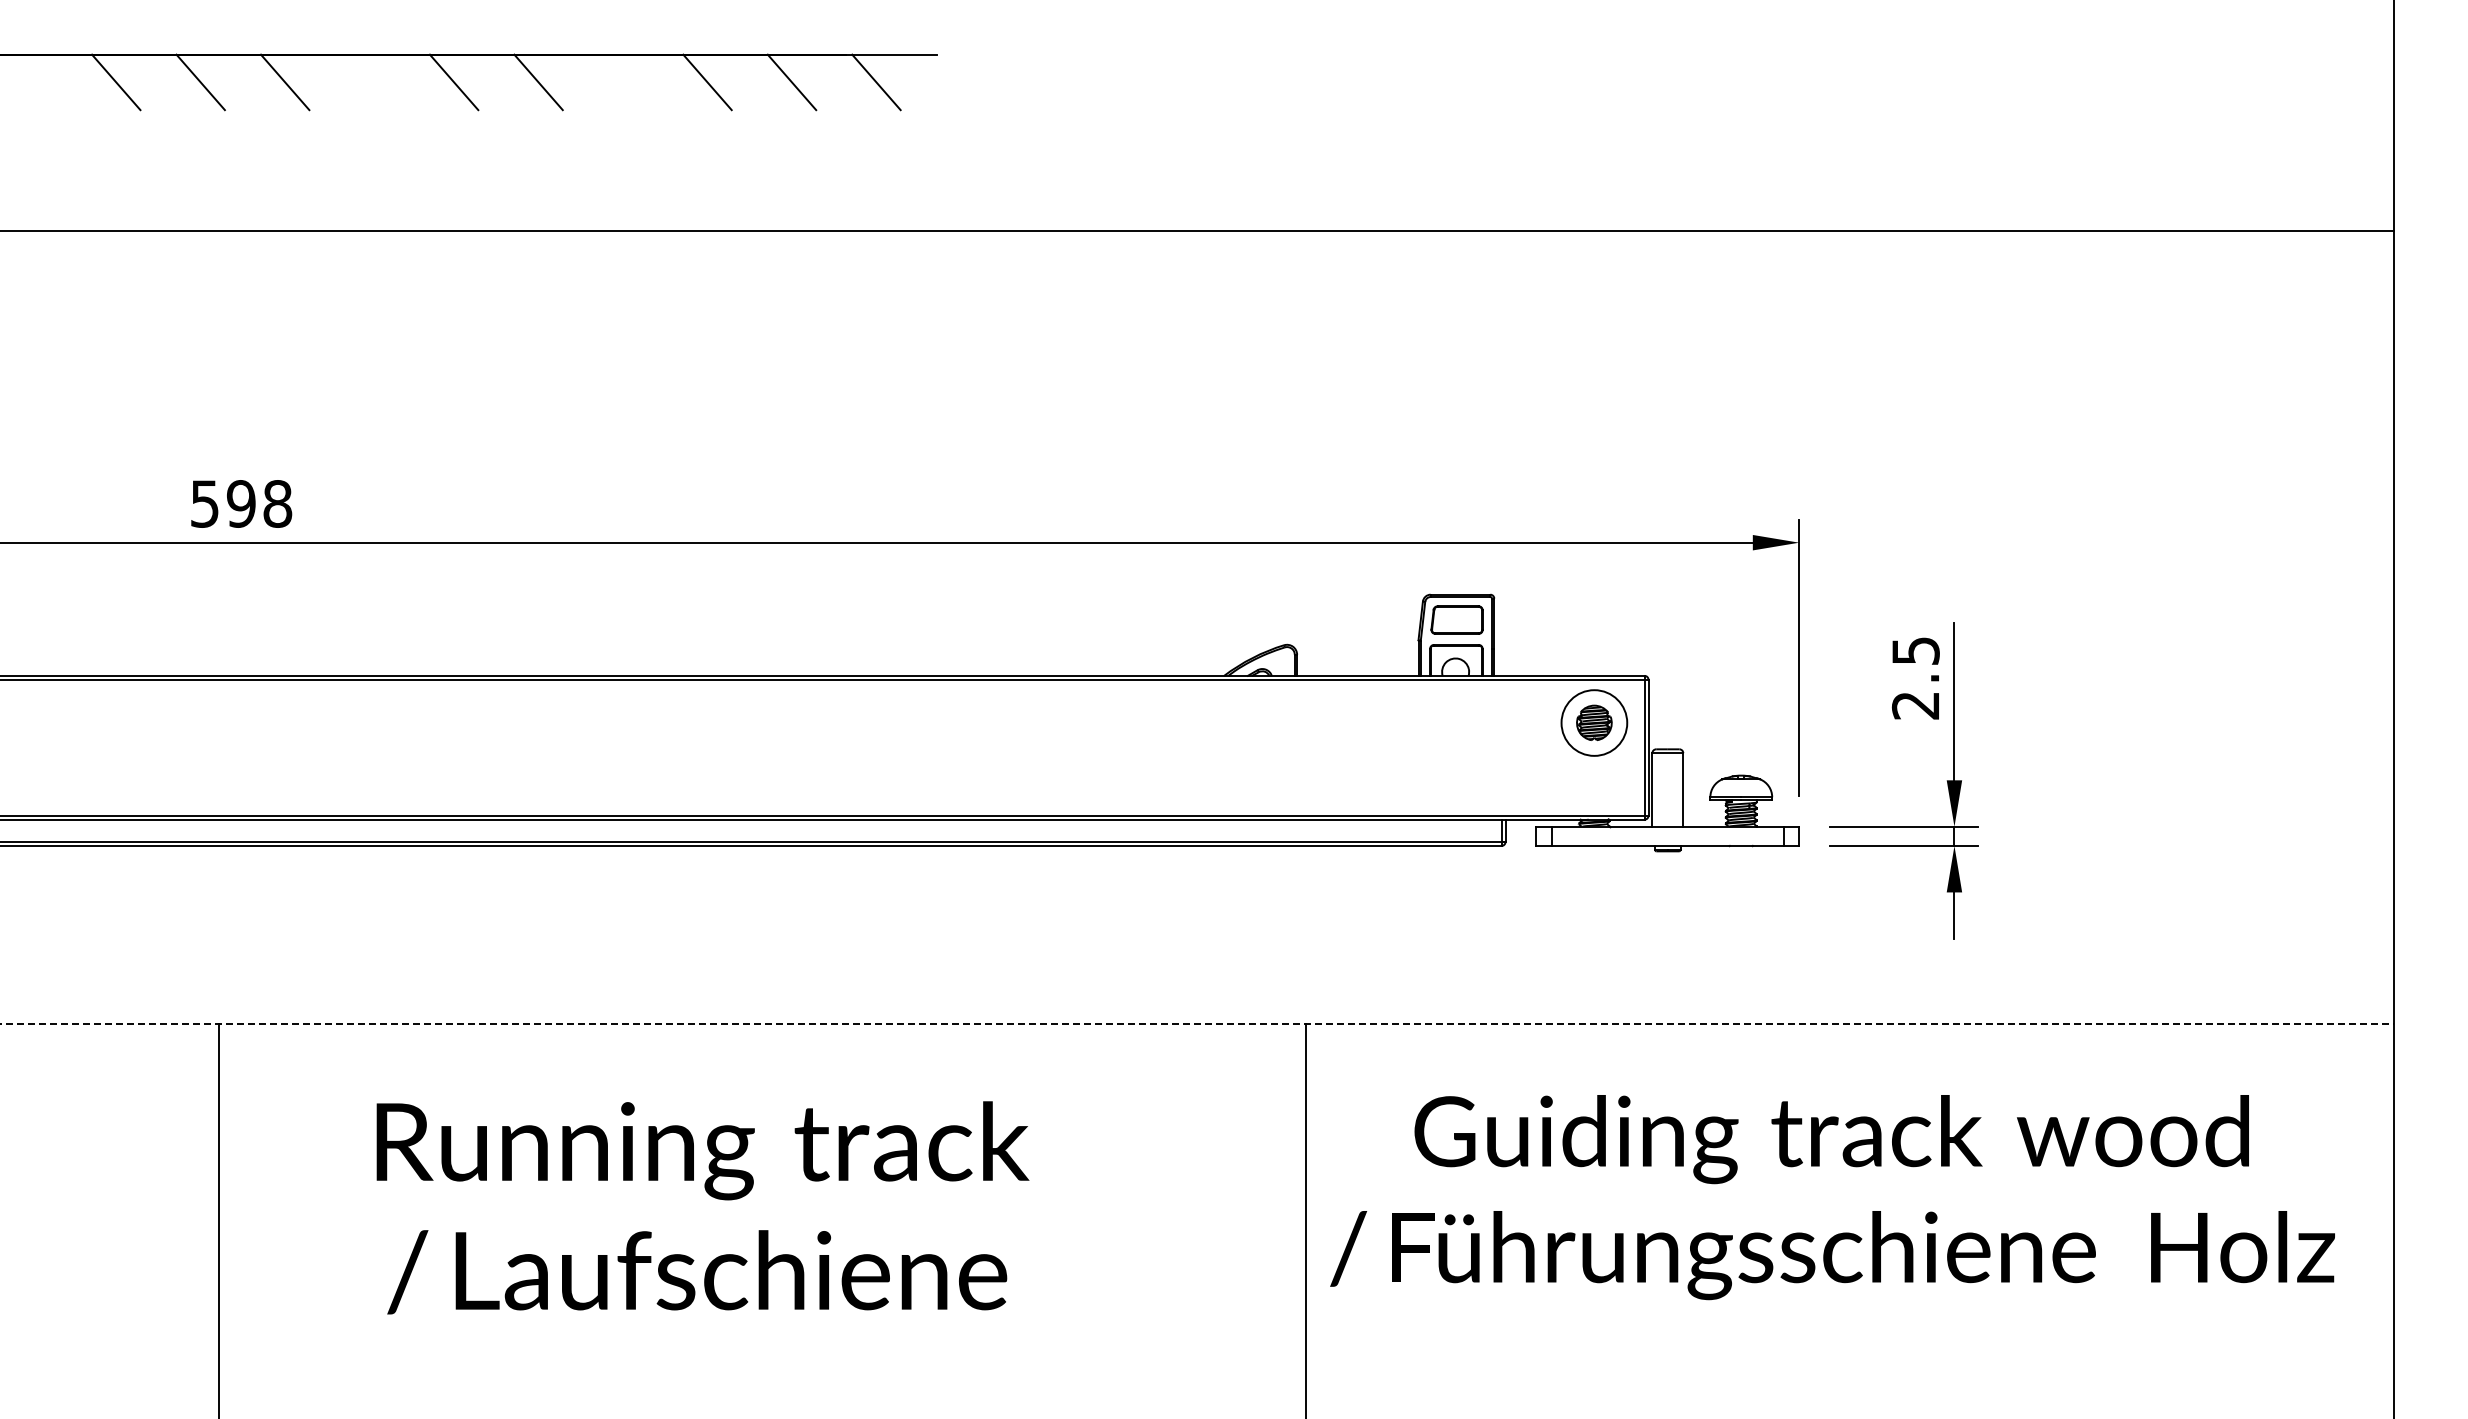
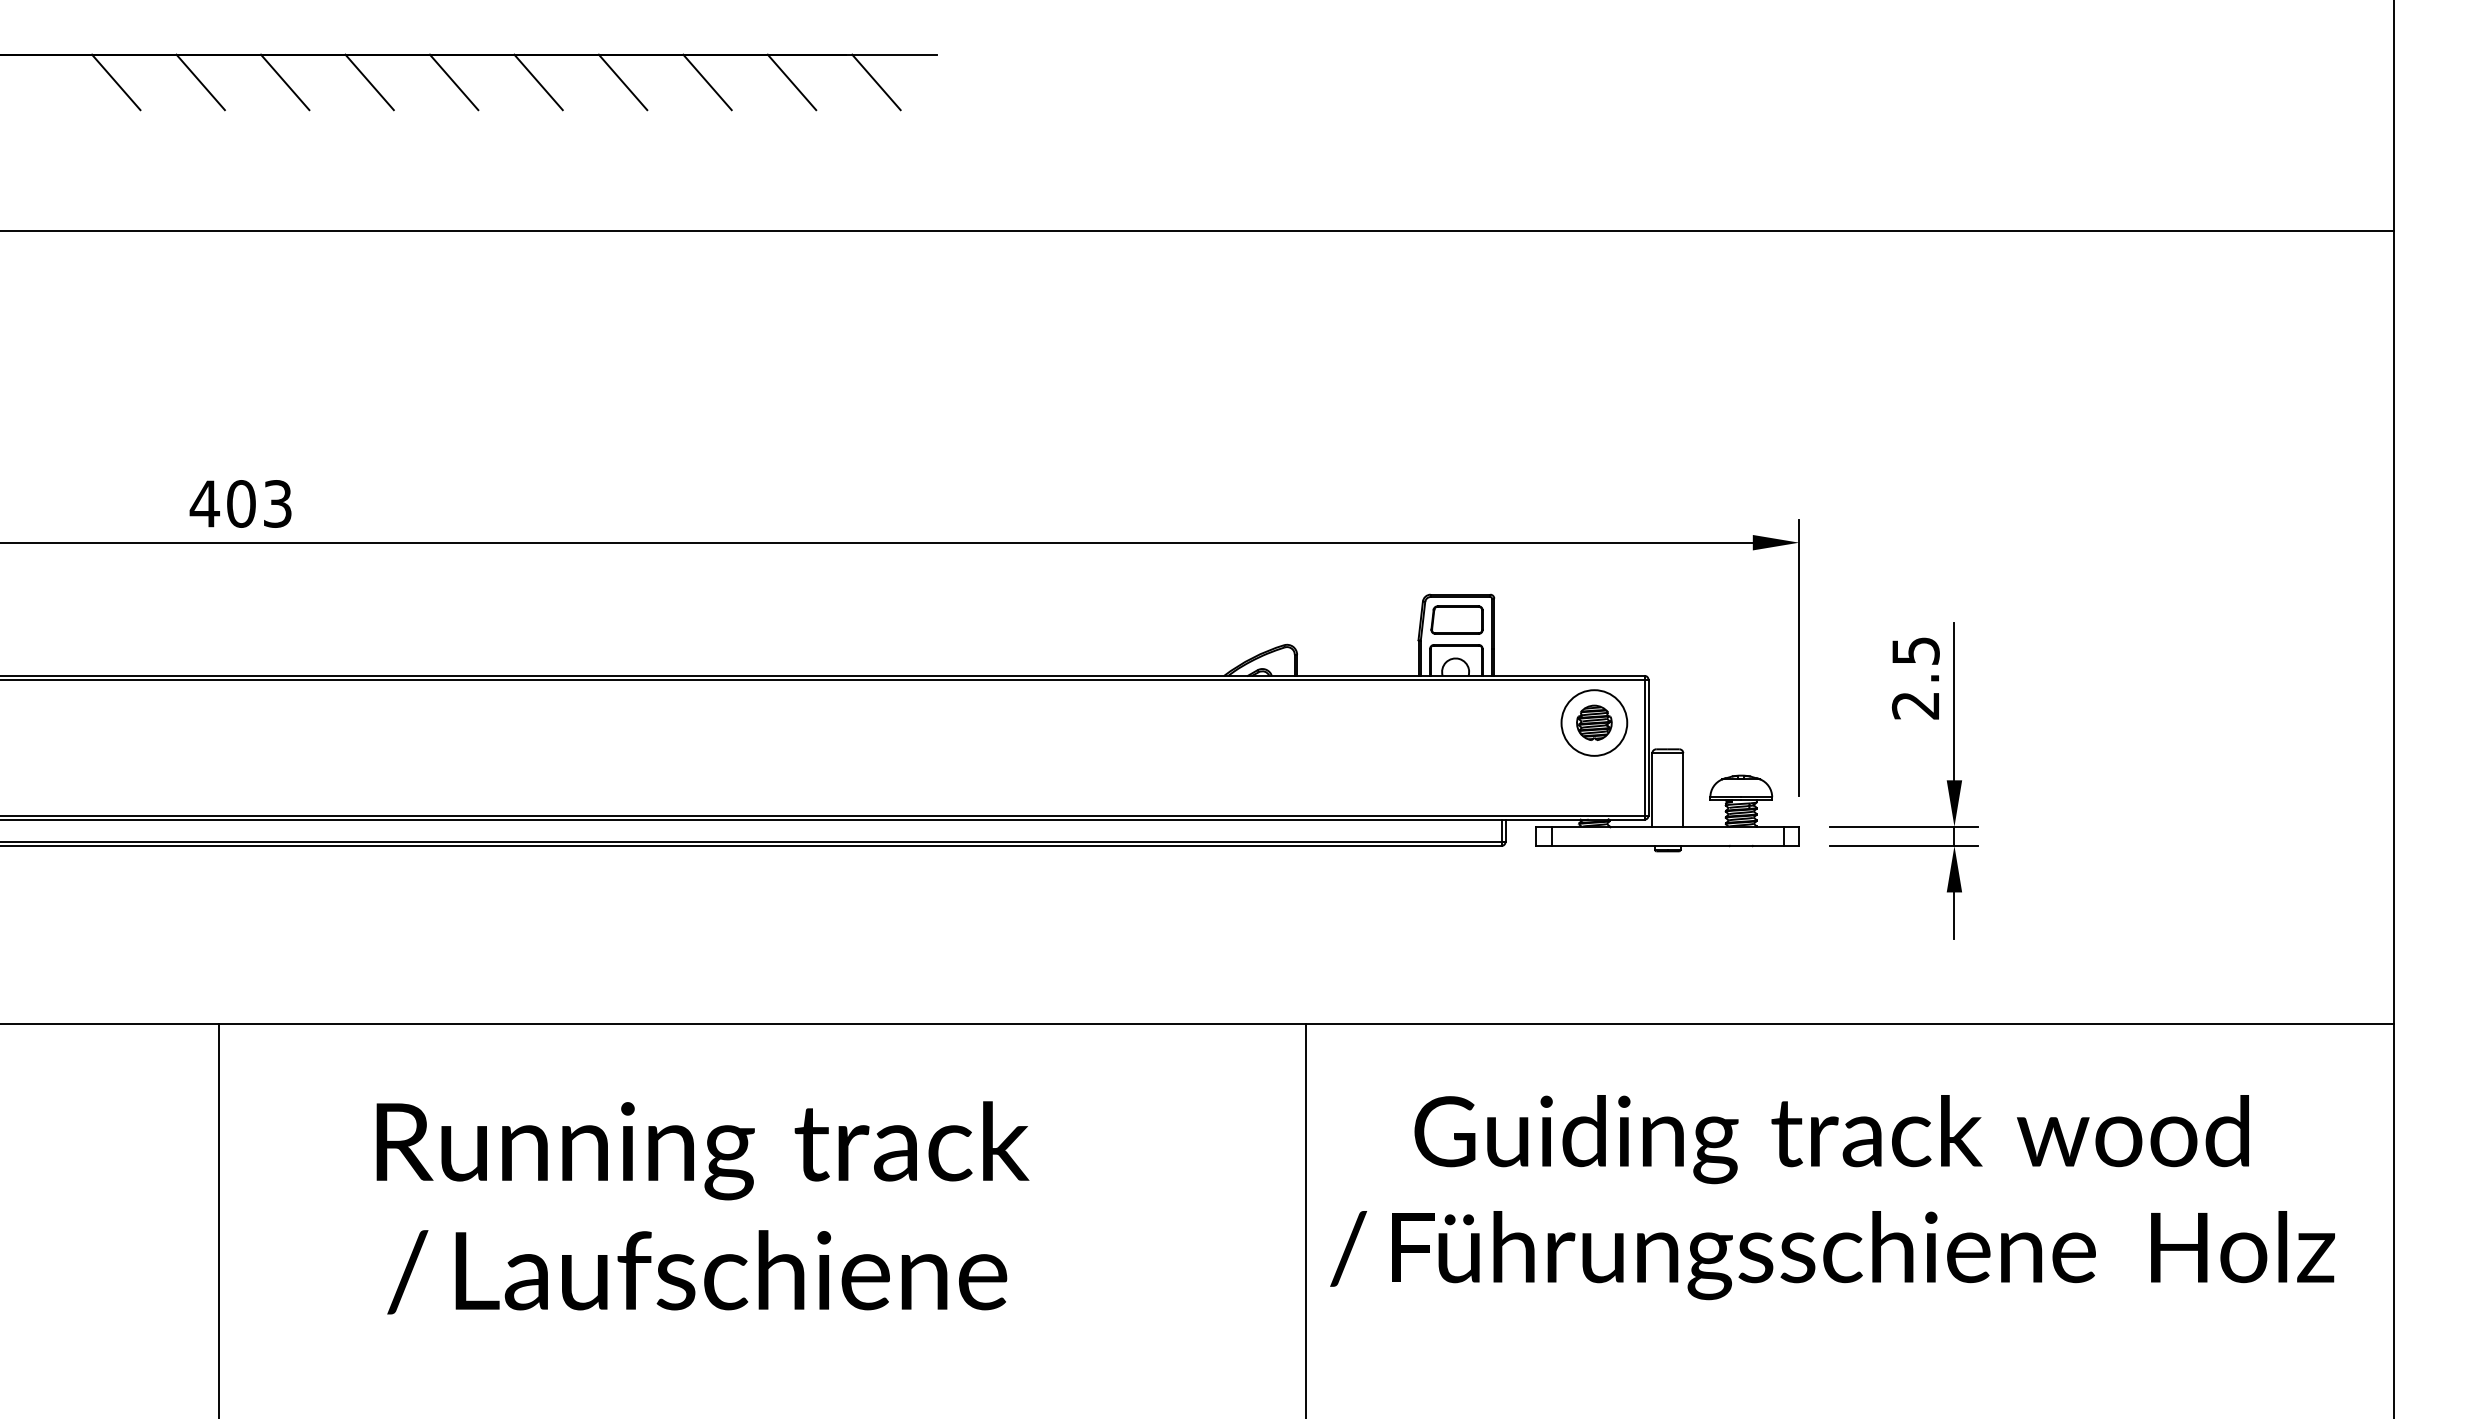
line at (369, 82): none -> present
line at (622, 82): none -> present
text at (240, 503): 598 -> 403
line at (1196, 1024): dashed -> solid
